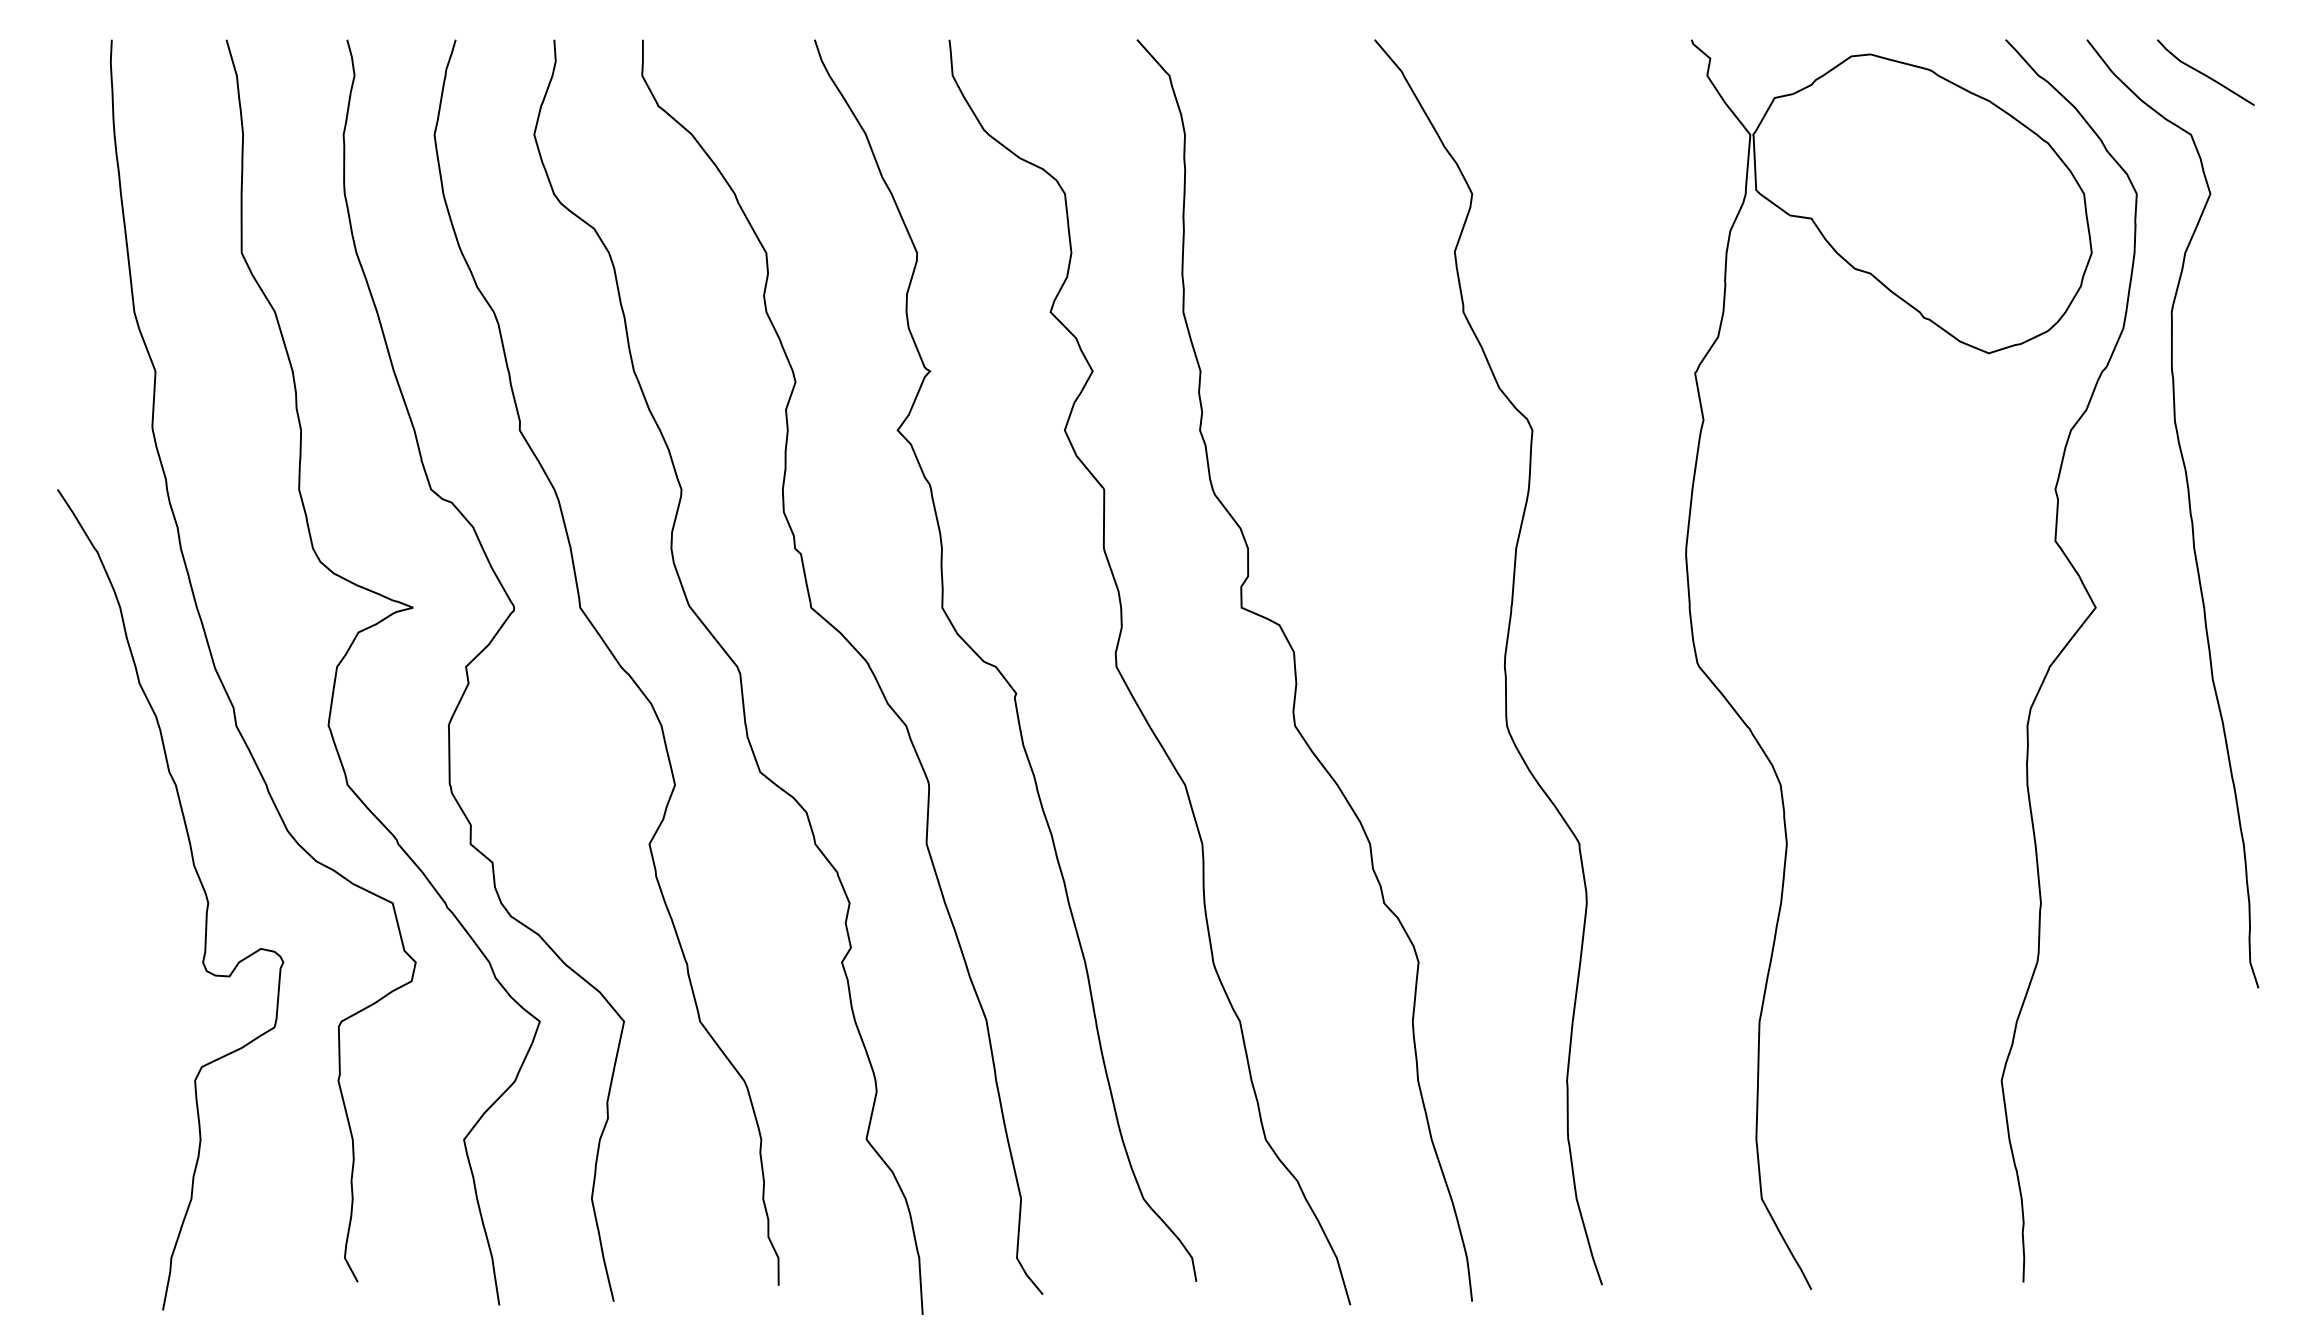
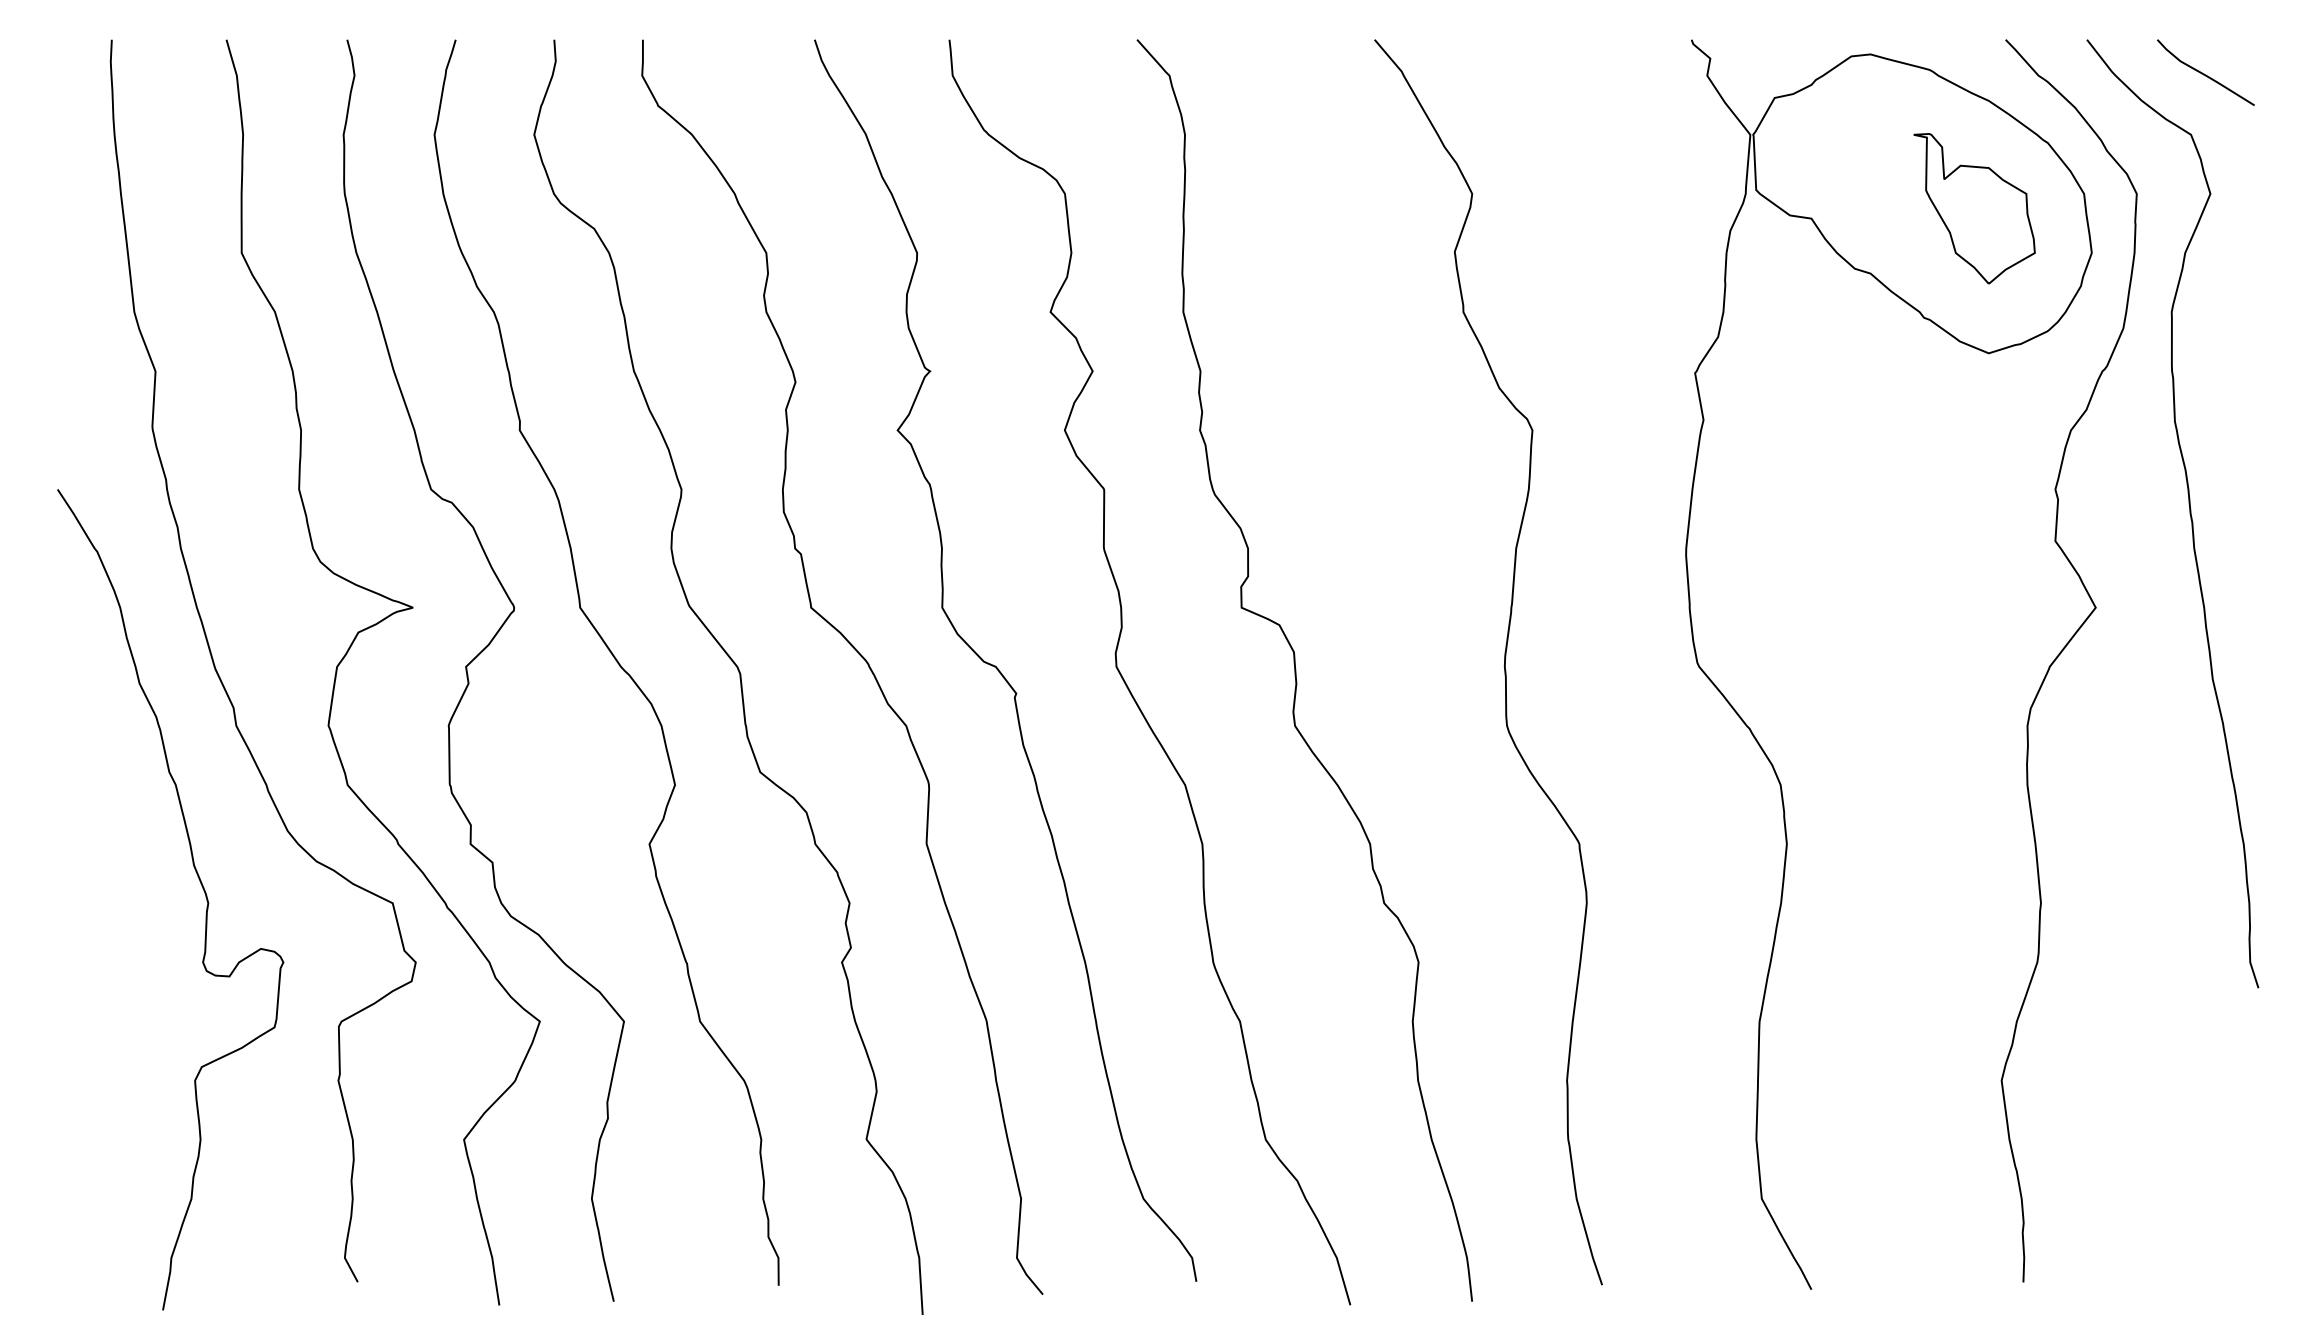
part at (1974, 208): none -> present
